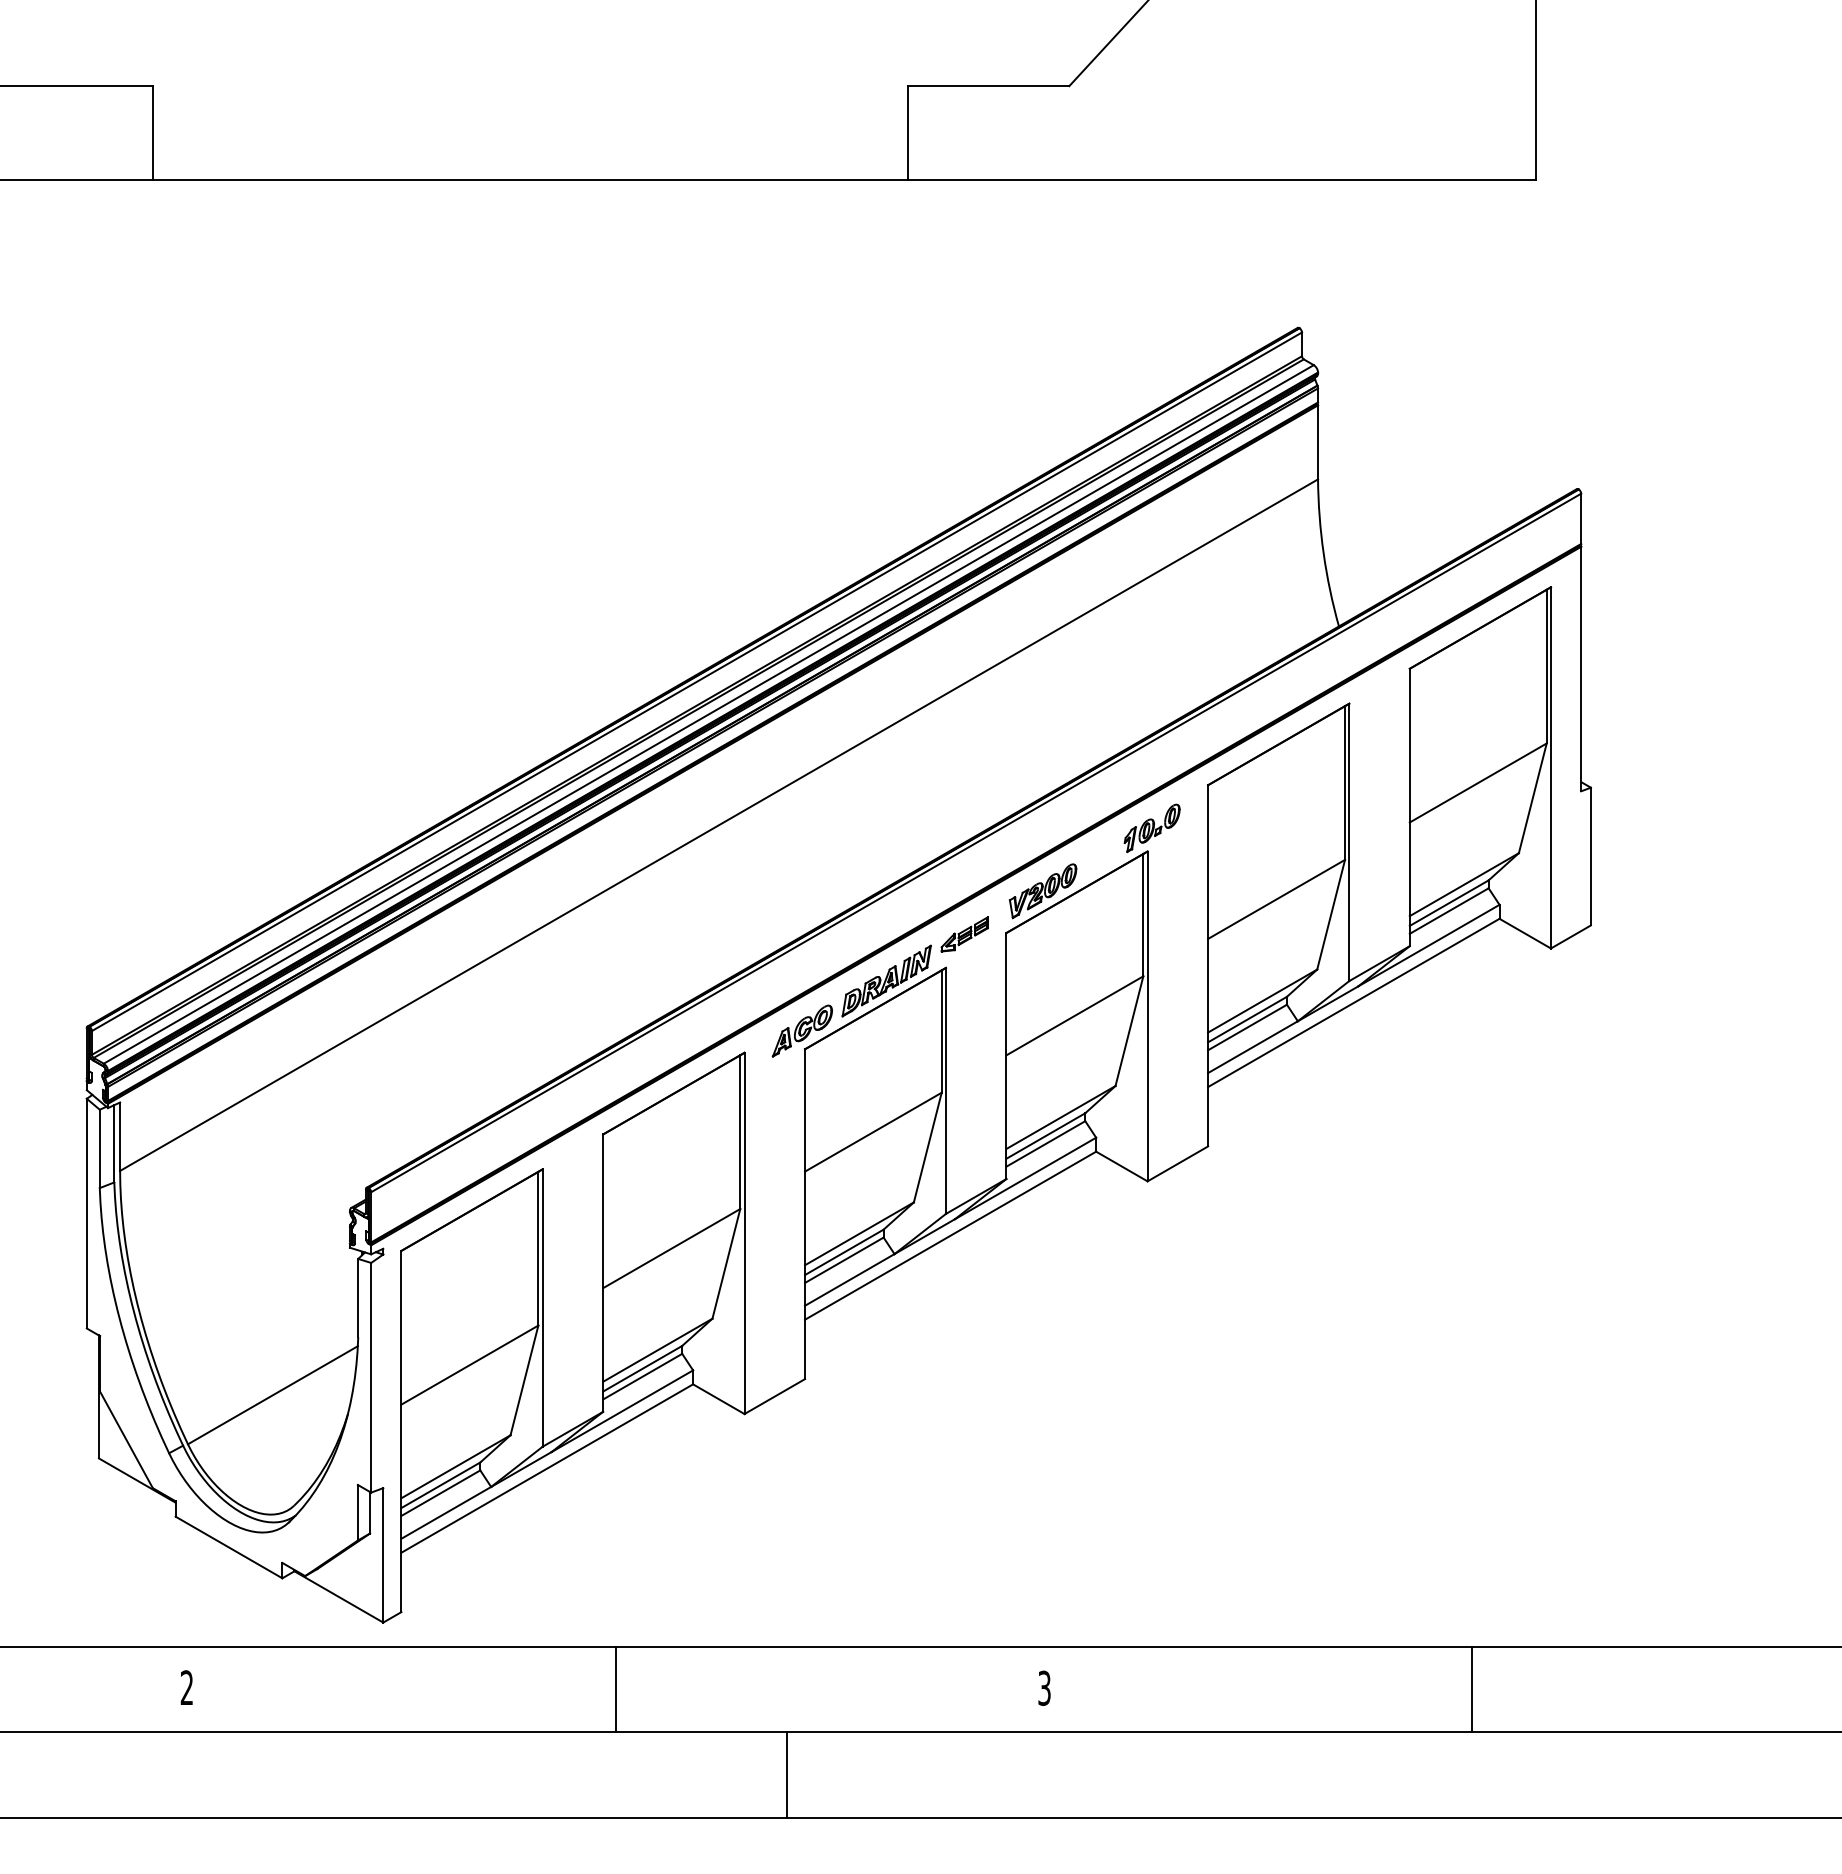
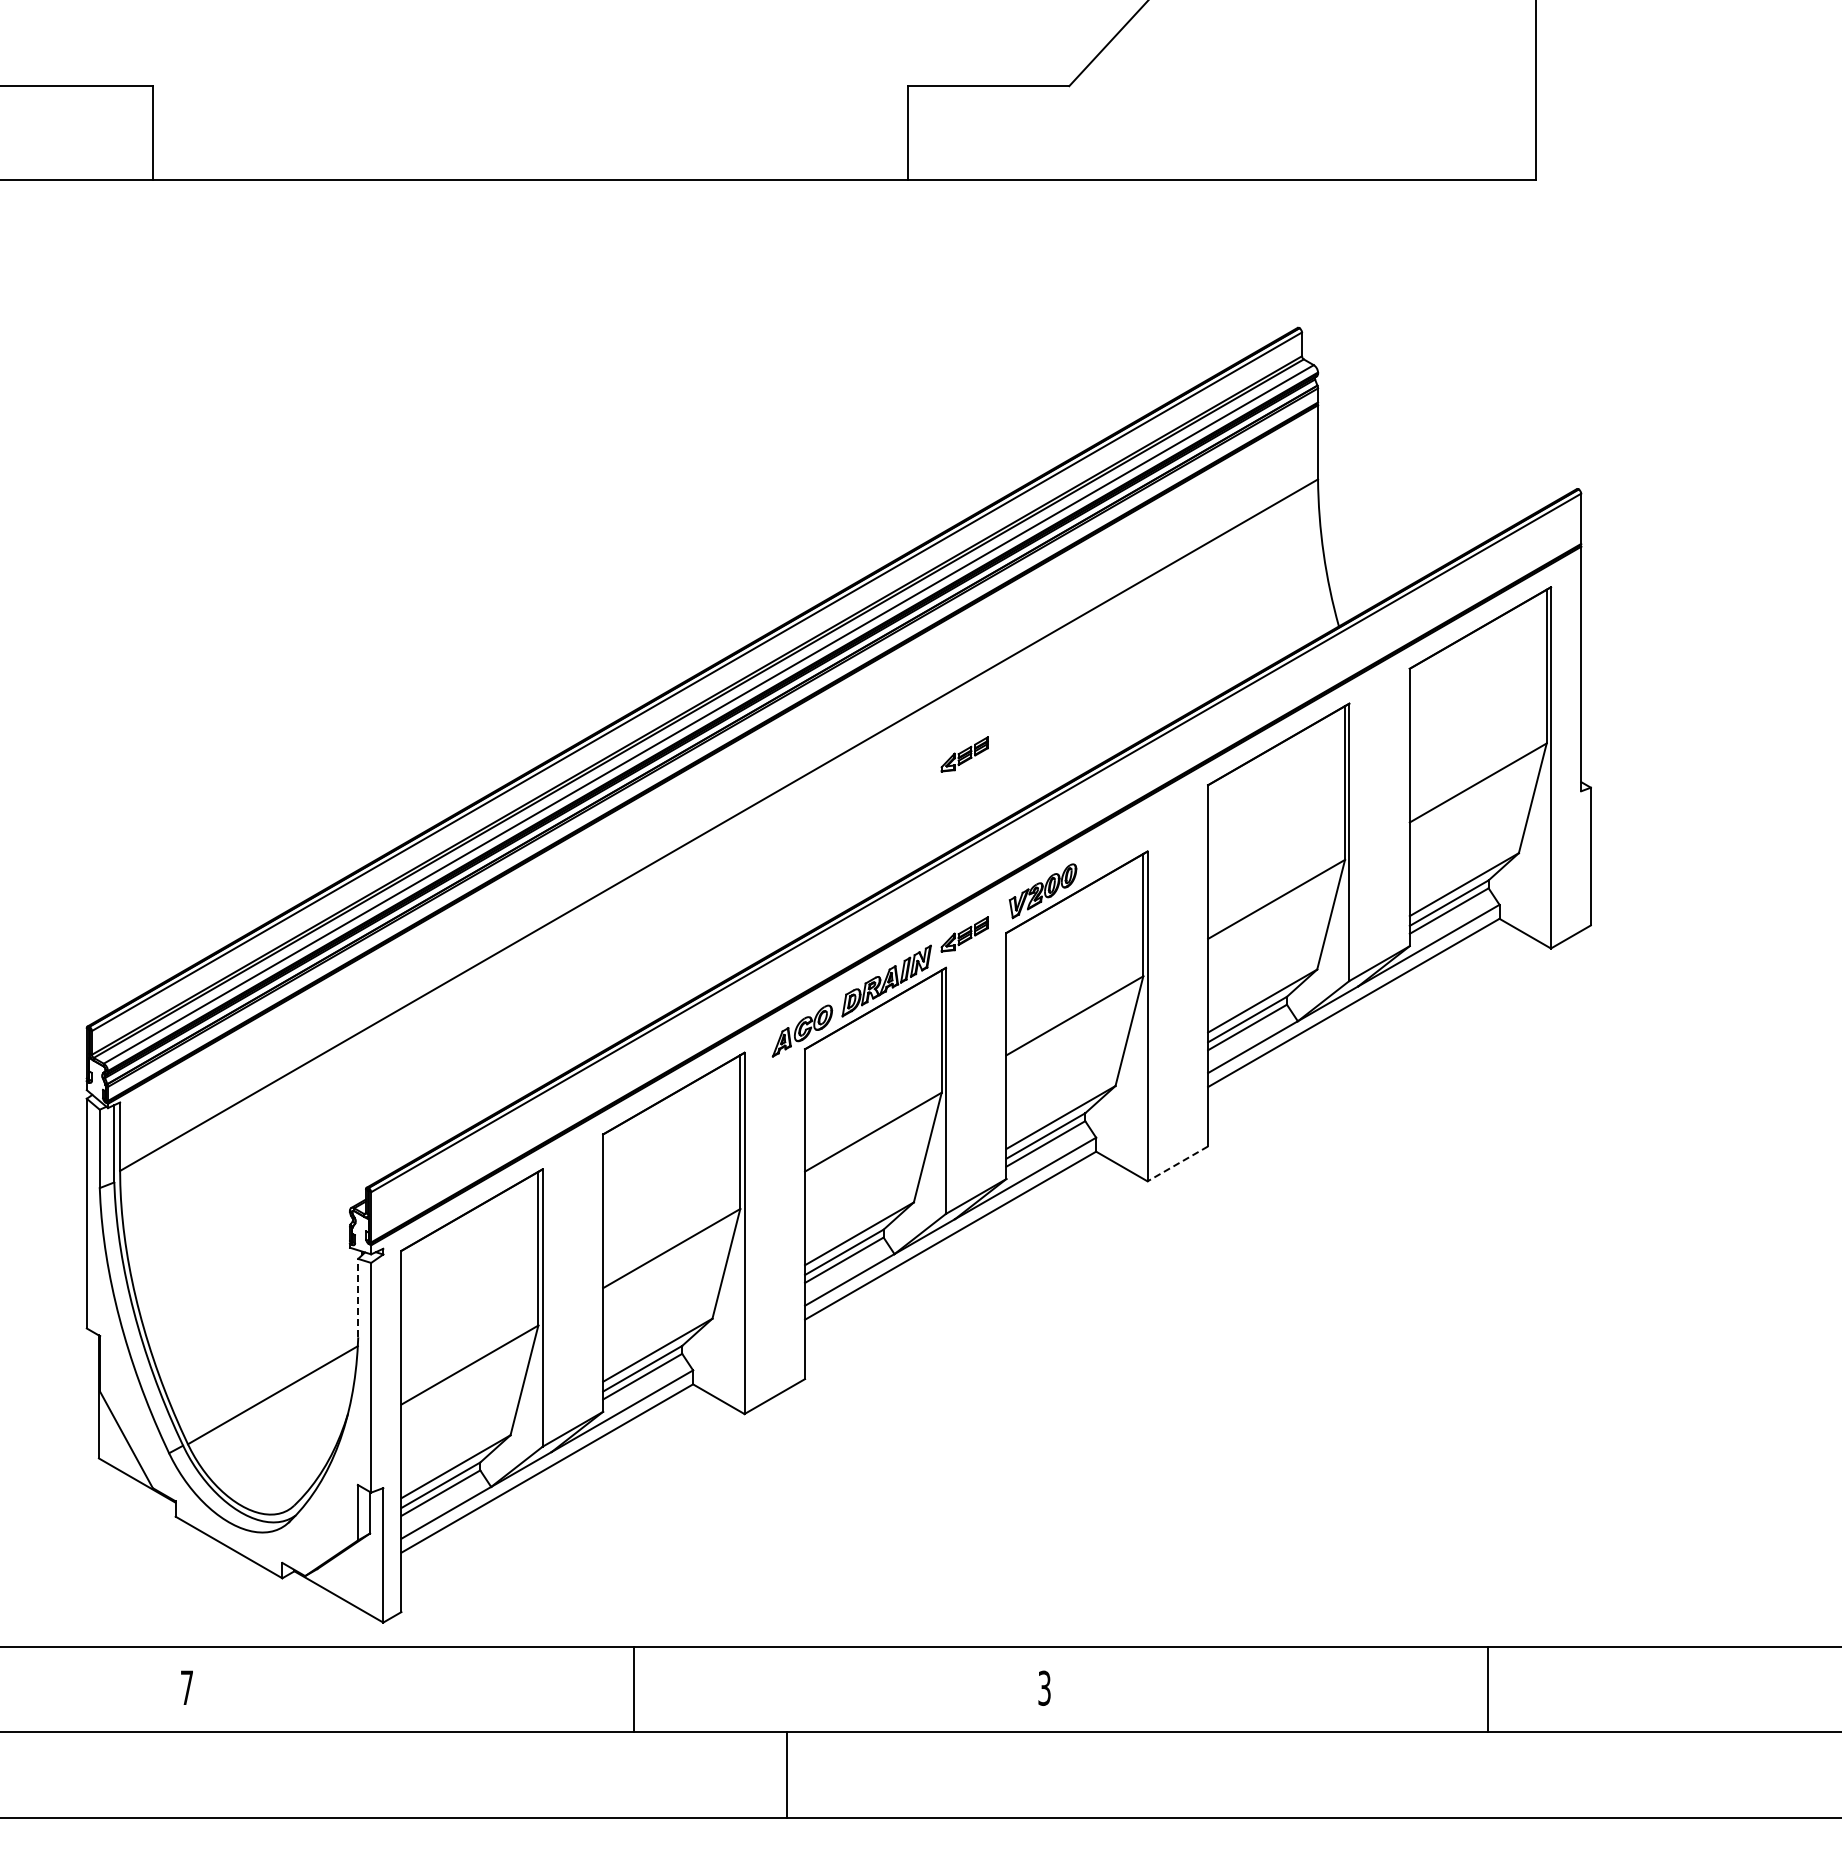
part at (964, 754): none -> present
part at (1151, 827): present -> none
line at (1177, 1163): solid -> dashed
line at (358, 1297): solid -> dashed
text at (186, 1687): 2 -> 7
line at (616, 1689) position: (616, 1689) -> (634, 1689)
line at (1471, 1689) position: (1471, 1689) -> (1487, 1689)
